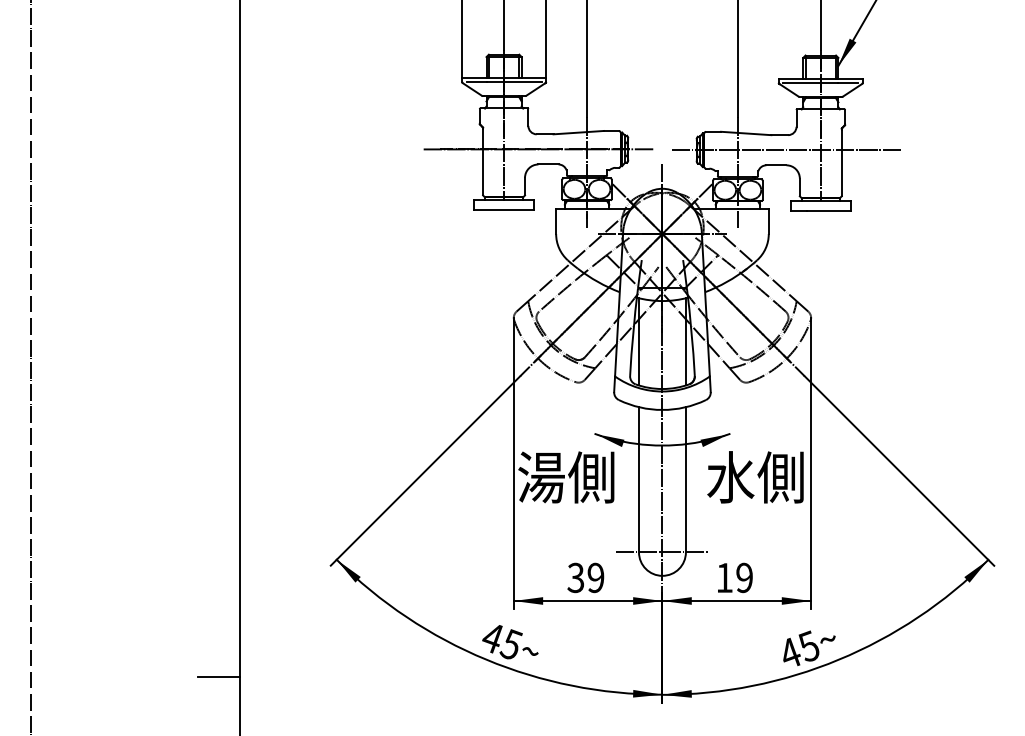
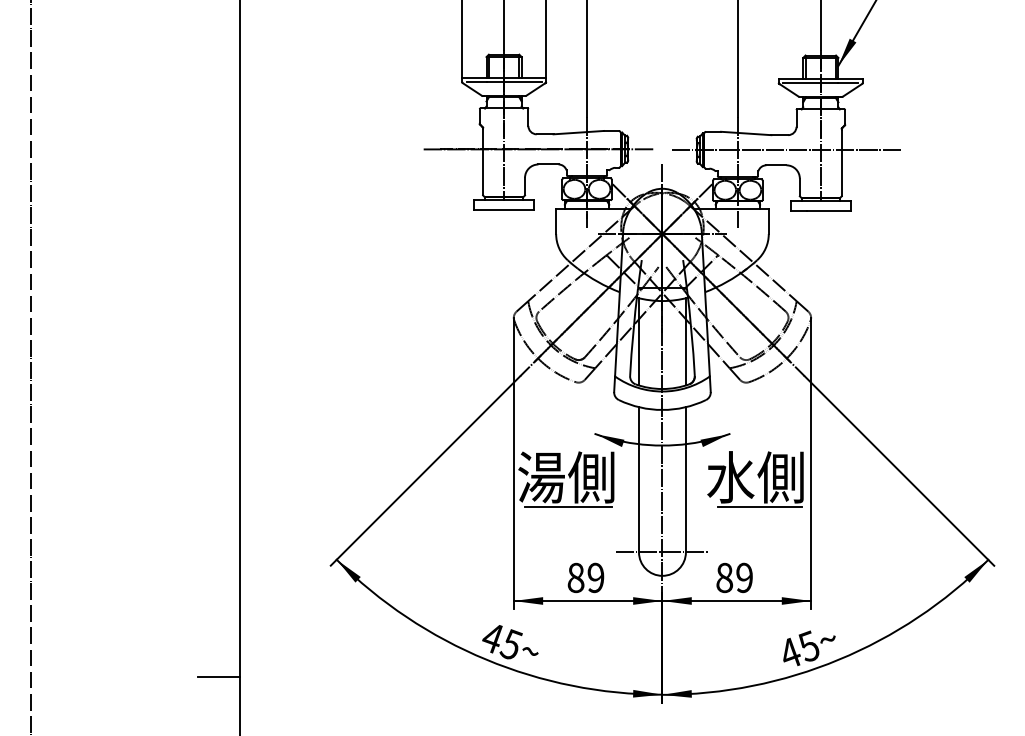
line at (568, 507): none -> present
line at (759, 507): none -> present
text at (575, 577): 39 -> 89
text at (724, 577): 19 -> 89
